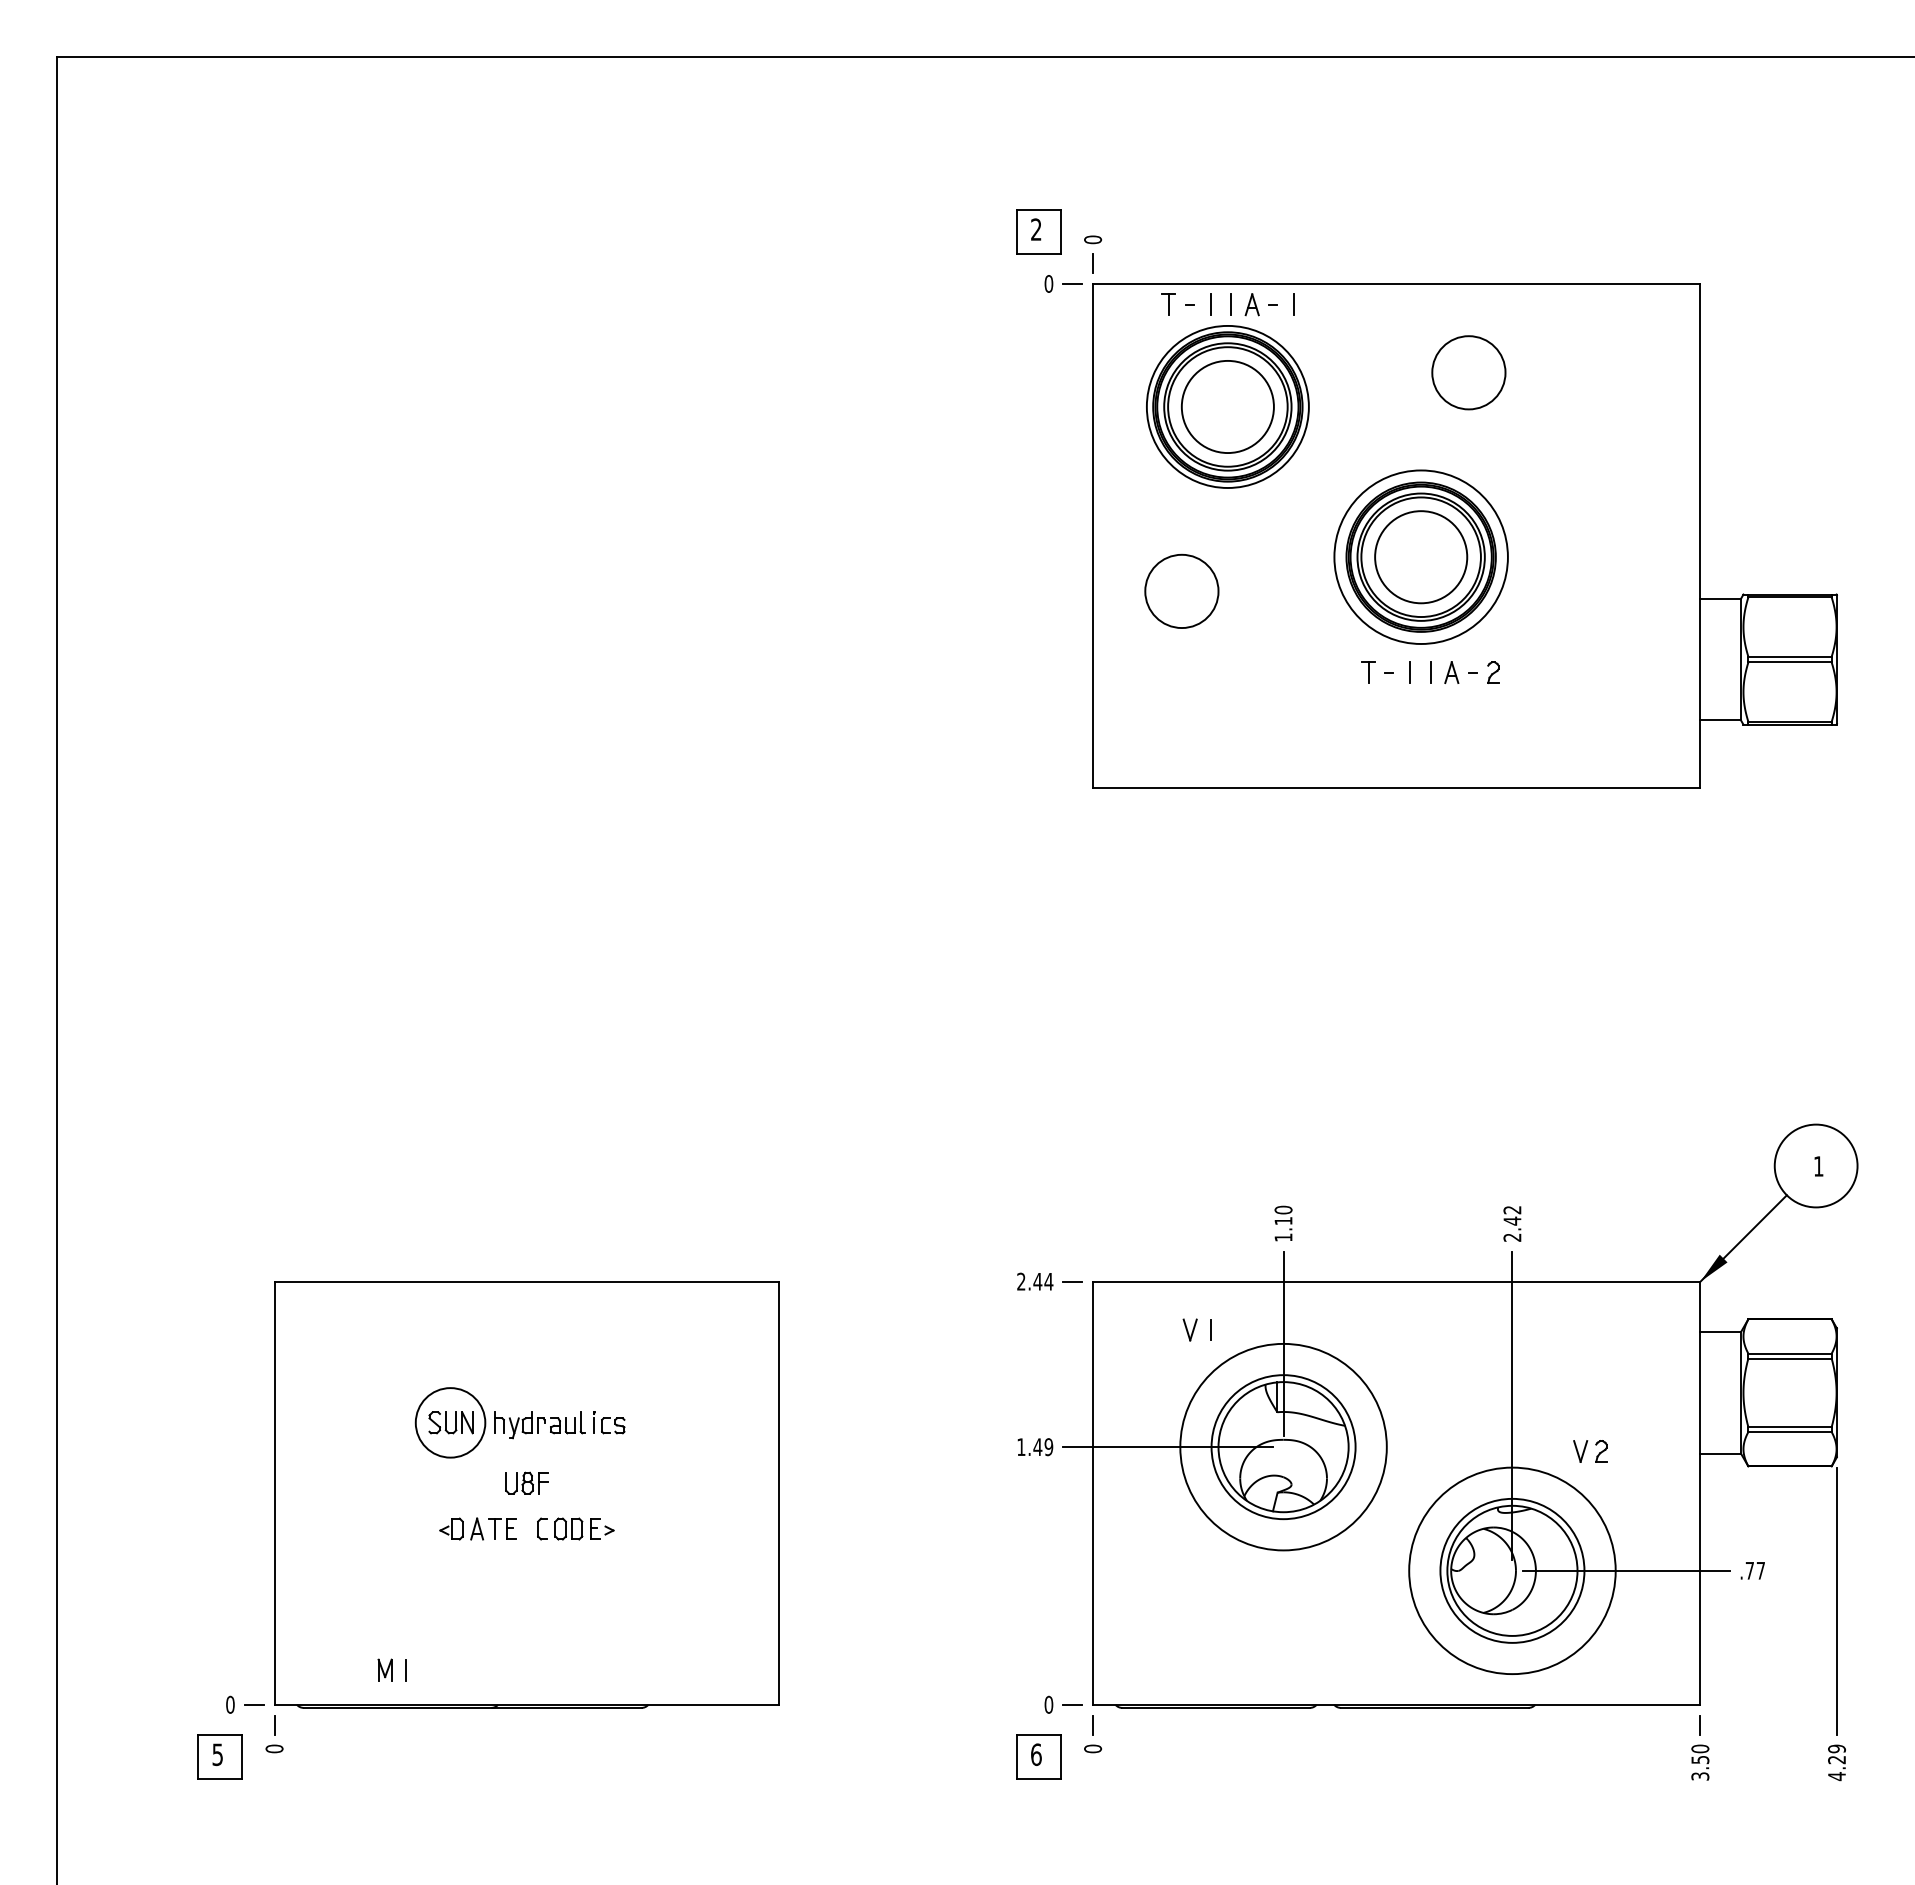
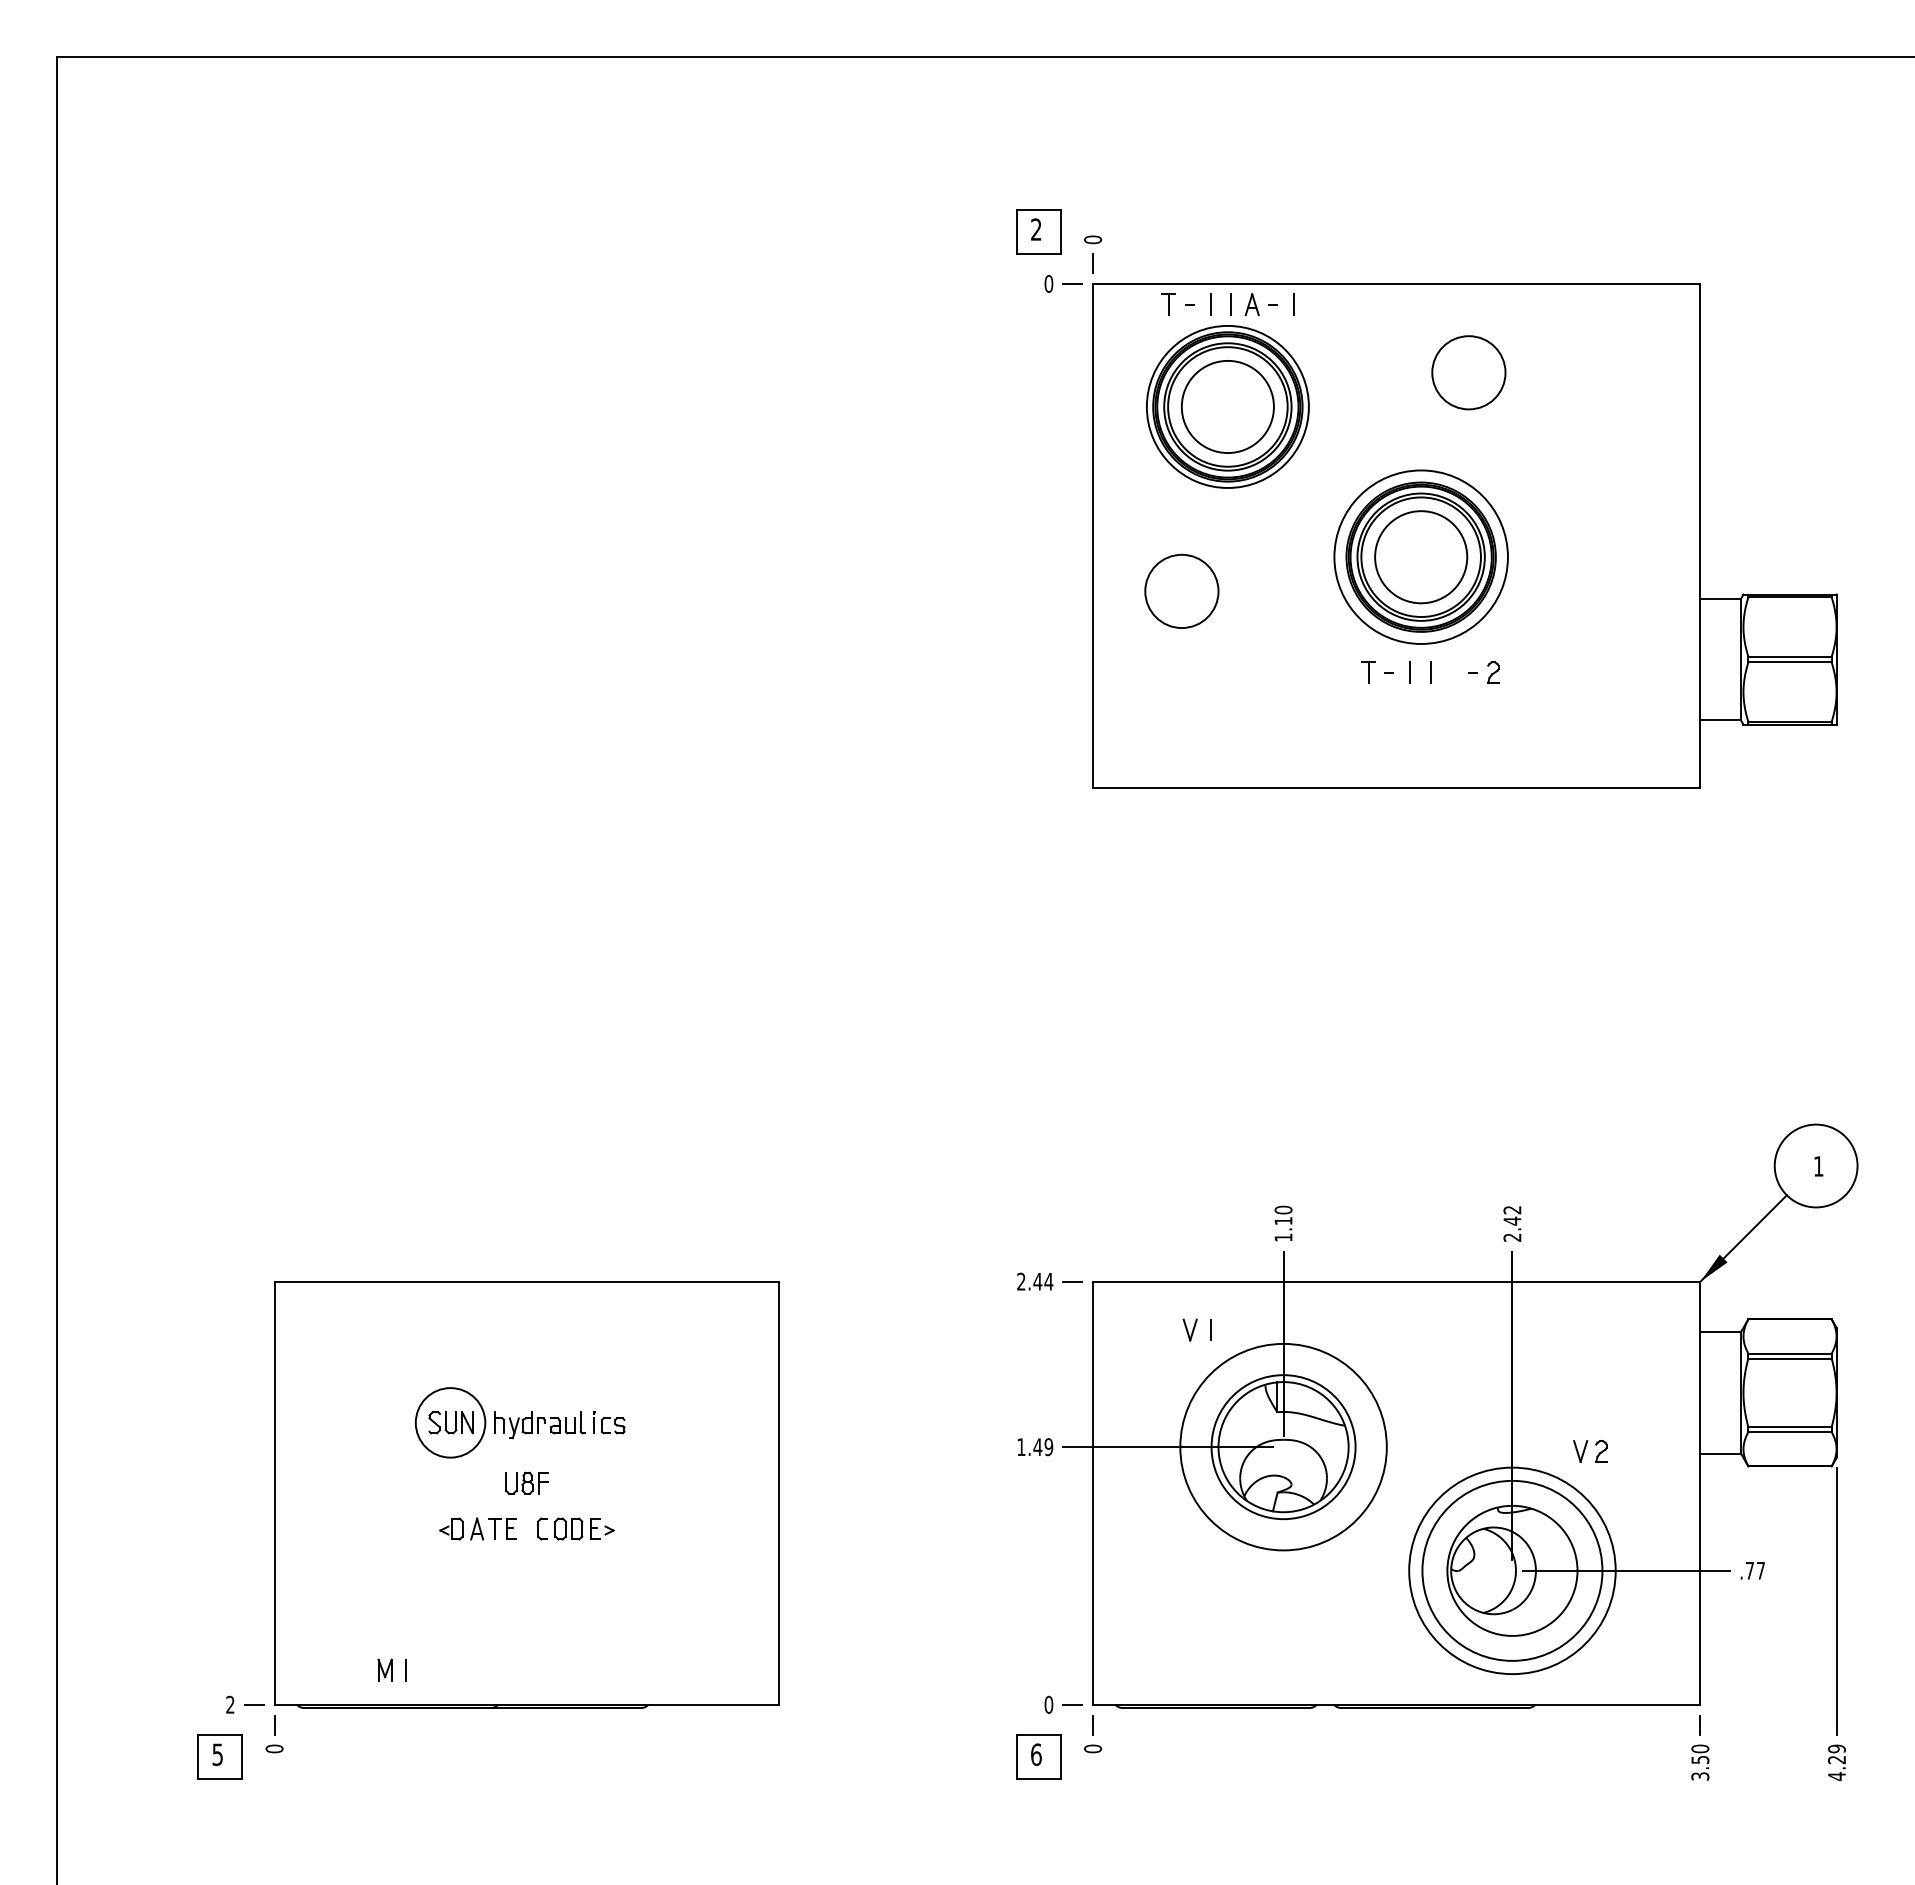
part at (1451, 672): present -> none
circle at (1512, 1570) diameter: 144 px -> 180 px
text at (230, 1704): 0 -> 2
